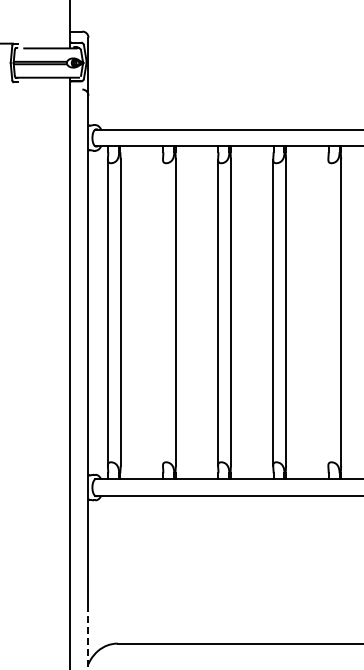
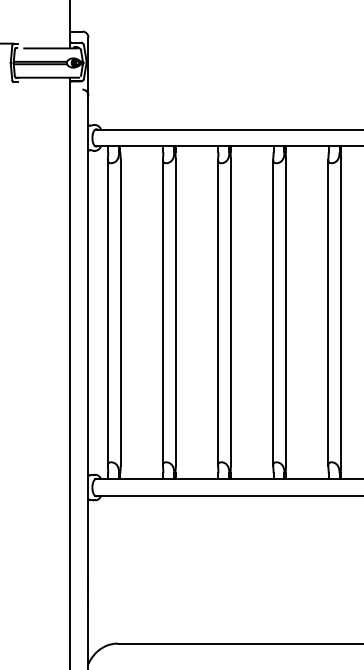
line at (162, 312): none -> present
line at (328, 312): none -> present
line at (88, 637): dashed -> solid
